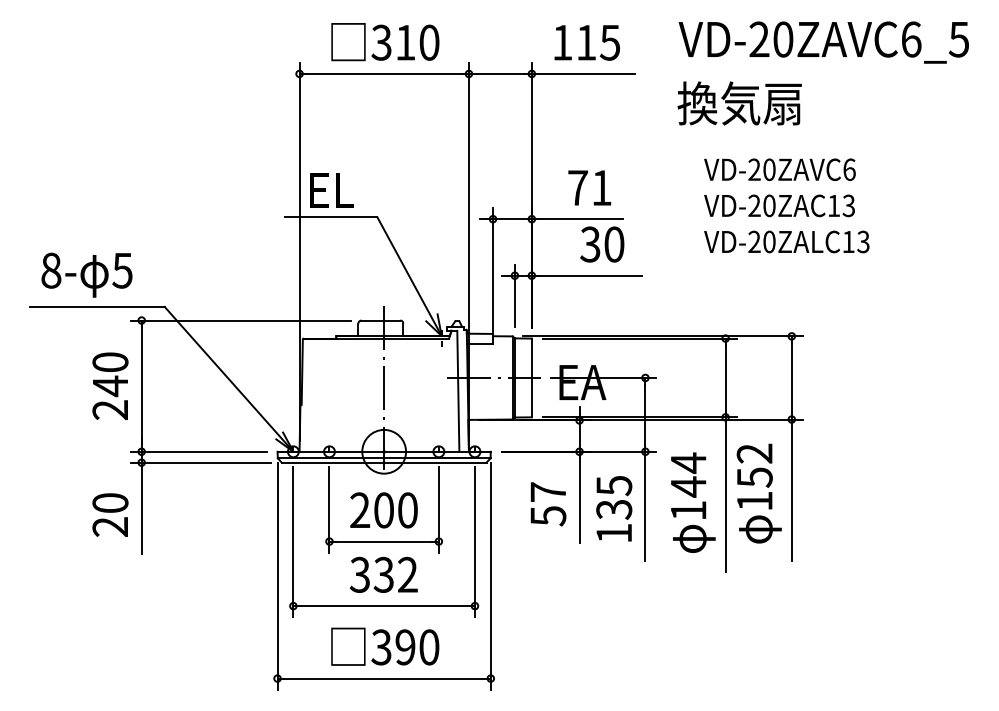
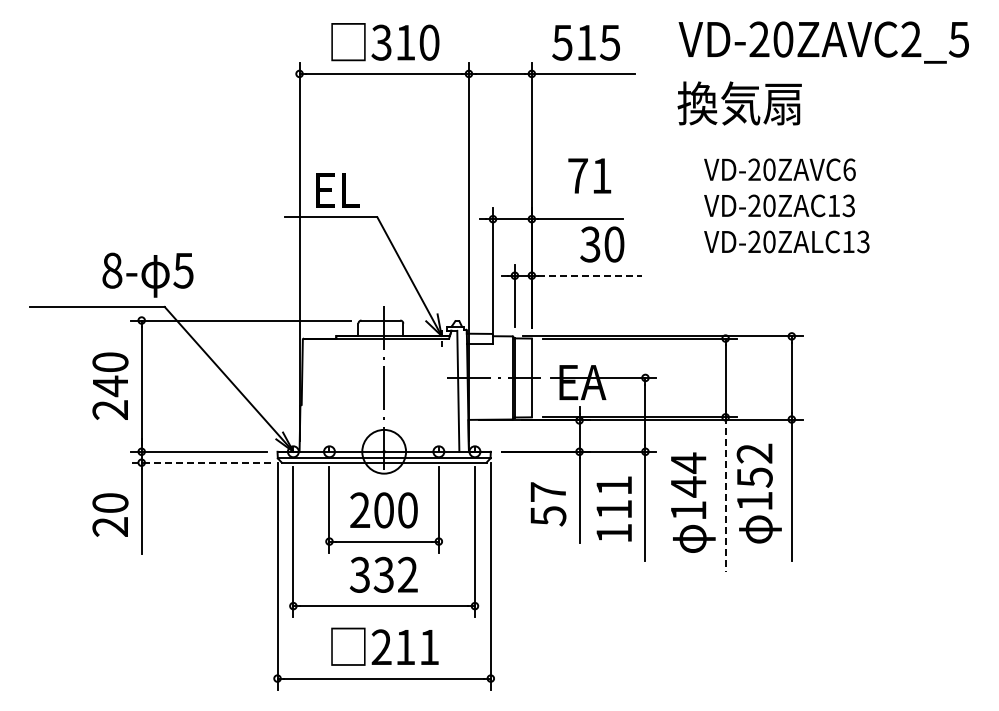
text at (911, 39): VD-20ZAVC6_5 -> VD-20ZAVC2_5
text at (562, 42): 115 -> 515
text at (589, 187) position: (589, 187) -> (589, 175)
text at (331, 190) position: (331, 190) -> (337, 190)
text at (86, 274) position: (86, 274) -> (147, 274)
line at (590, 275): solid -> dashed
line at (200, 462): solid -> dashed
line at (725, 494): solid -> dashed
text at (614, 497): 135 -> 111
text at (405, 647): 390 -> 211
